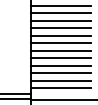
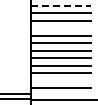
line at (61, 5): solid -> dashed
line at (60, 27): present -> none
line at (60, 80): present -> none
